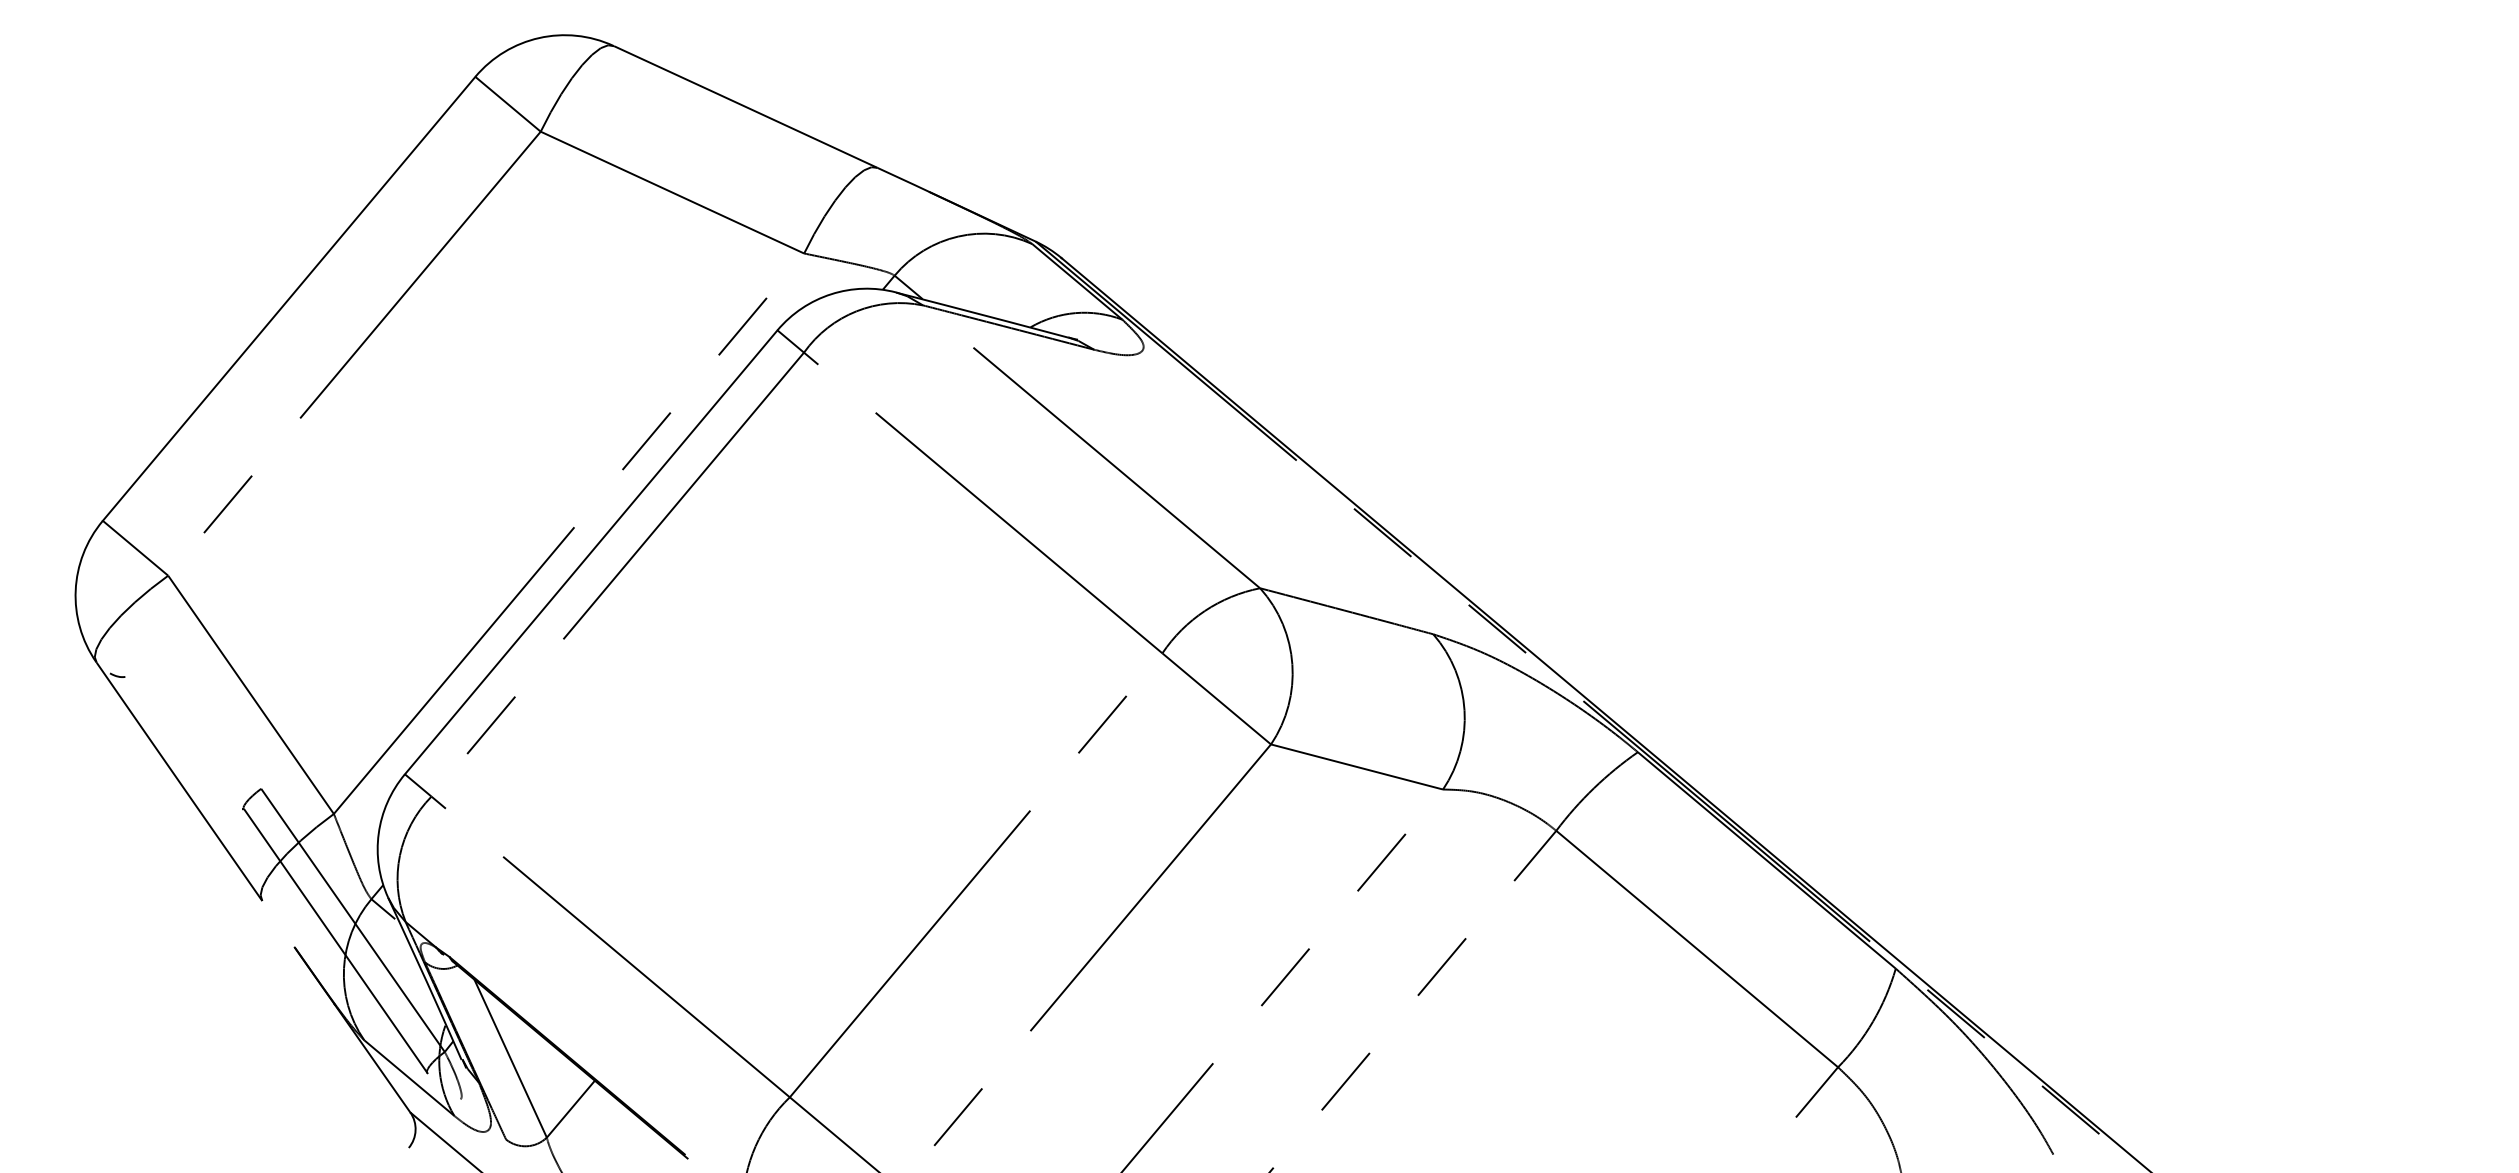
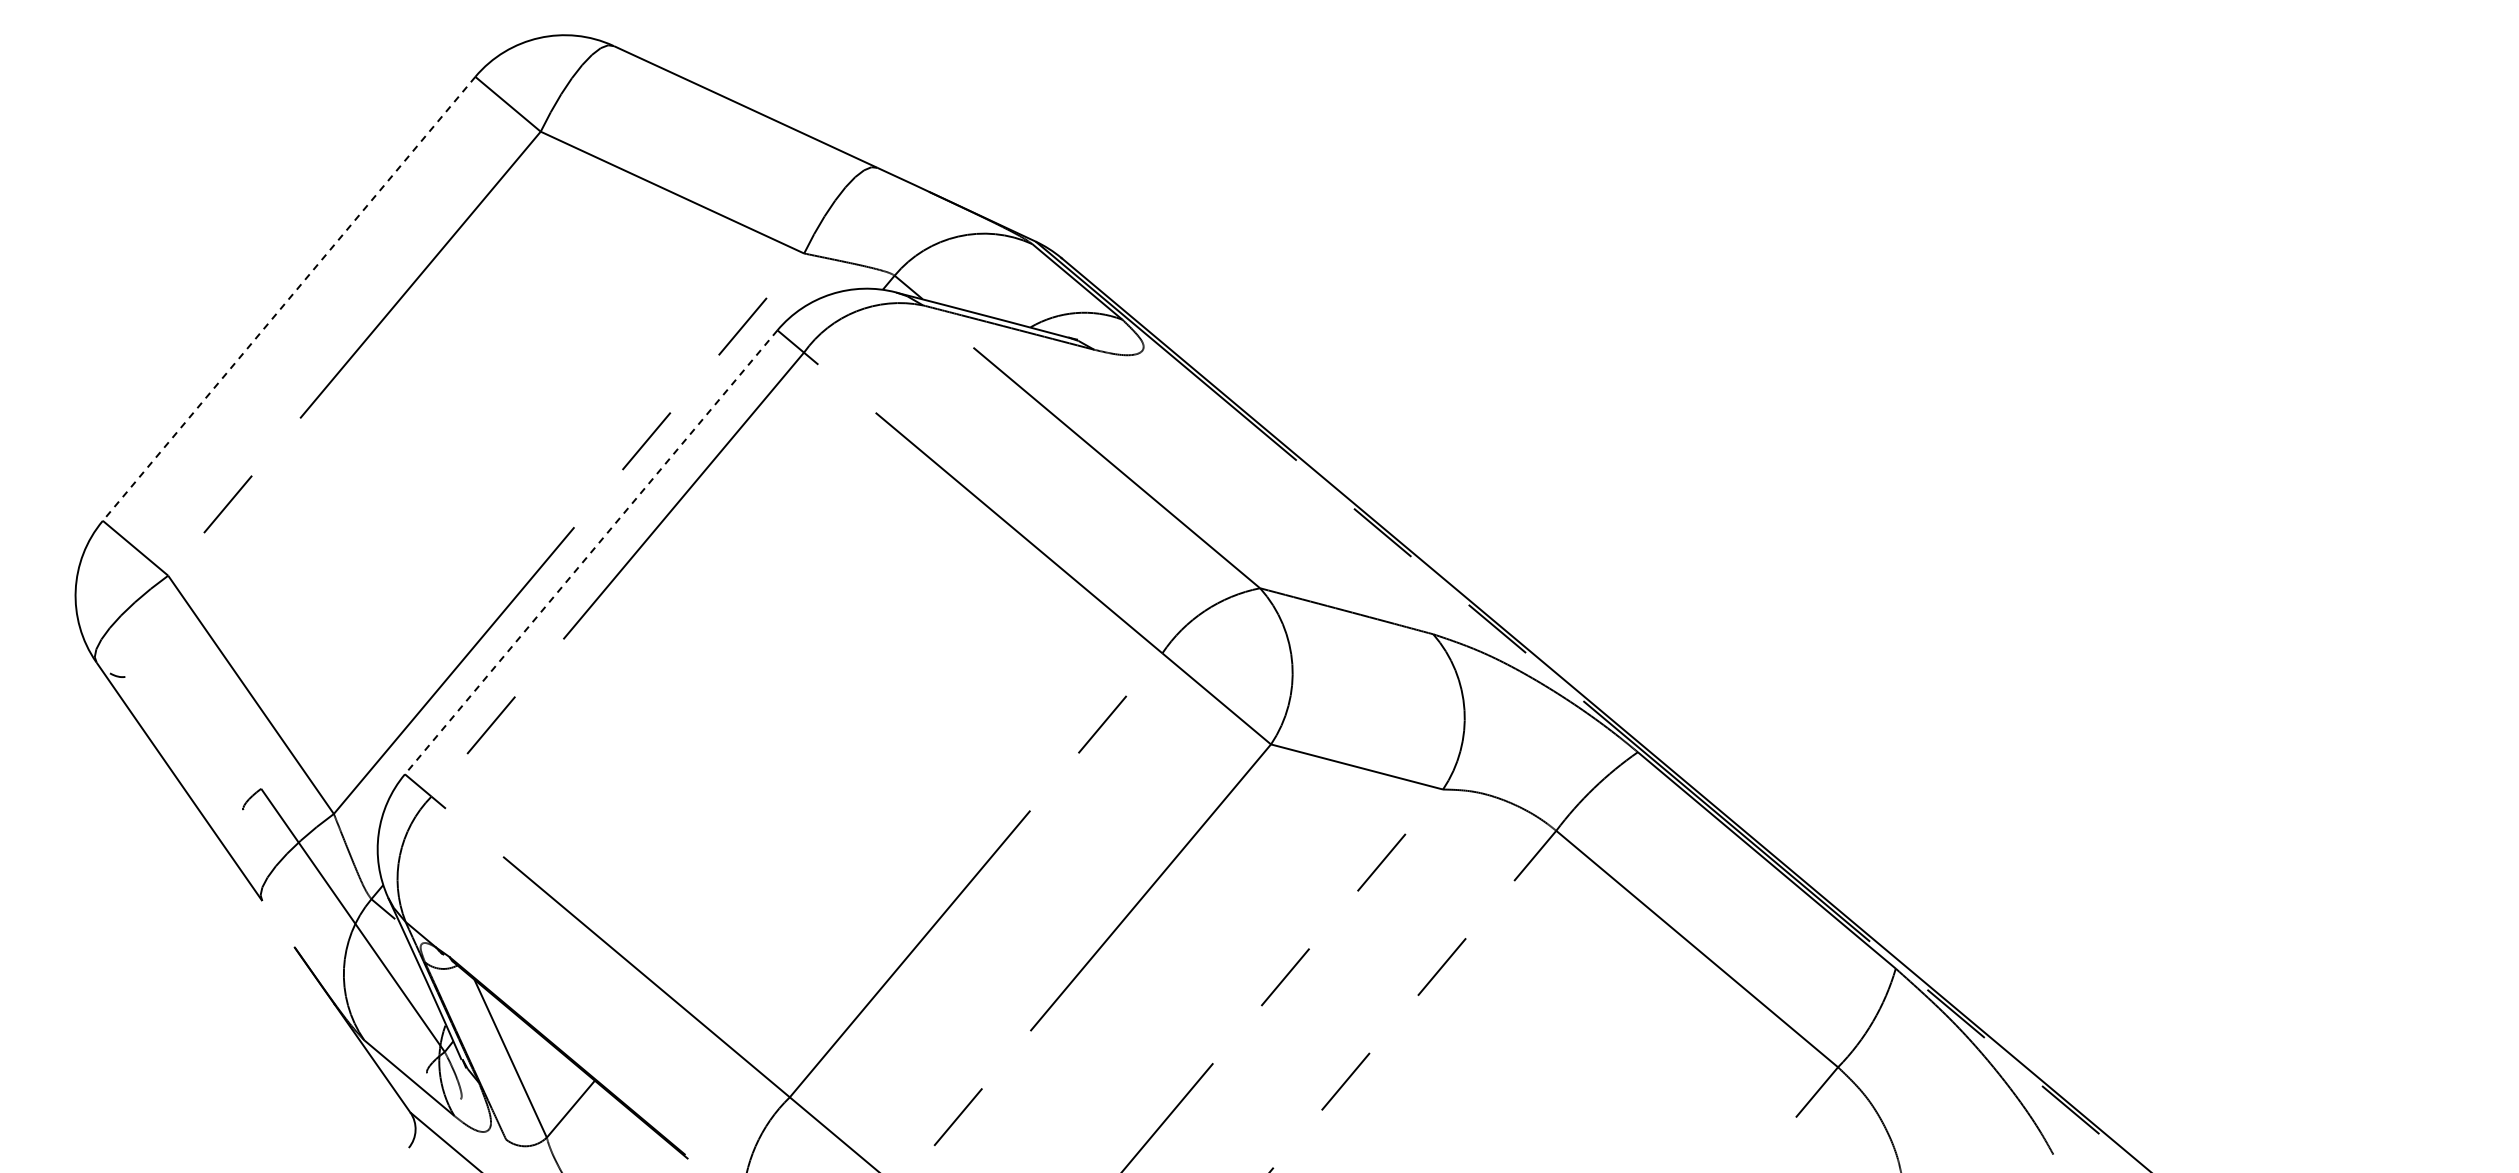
line at (289, 298): solid -> dashed
line at (591, 552): solid -> dashed
line at (335, 941): present -> none
